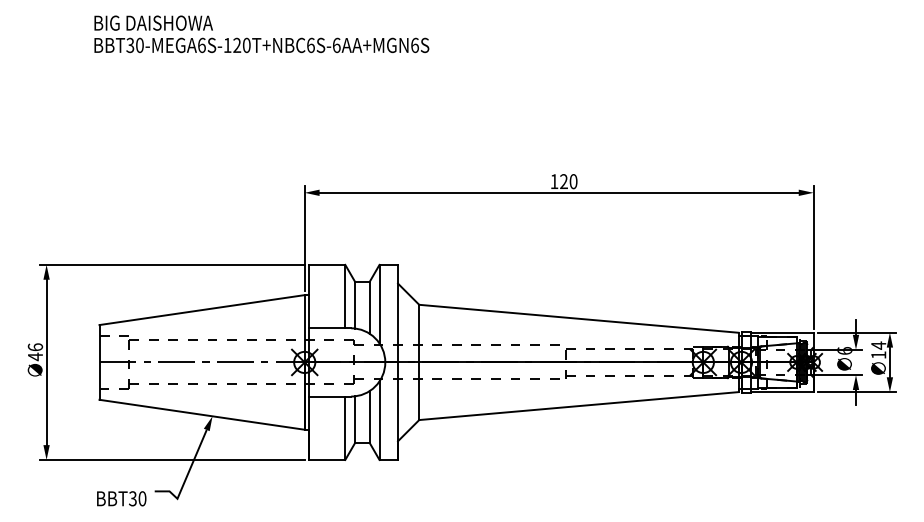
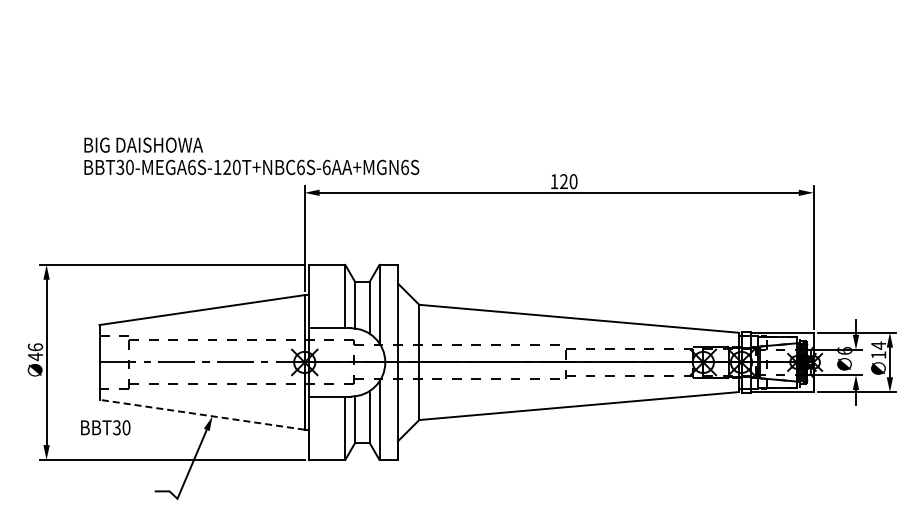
text at (261, 34) position: (261, 34) -> (251, 156)
line at (202, 414): solid -> dashed
text at (121, 498) position: (121, 498) -> (105, 427)
